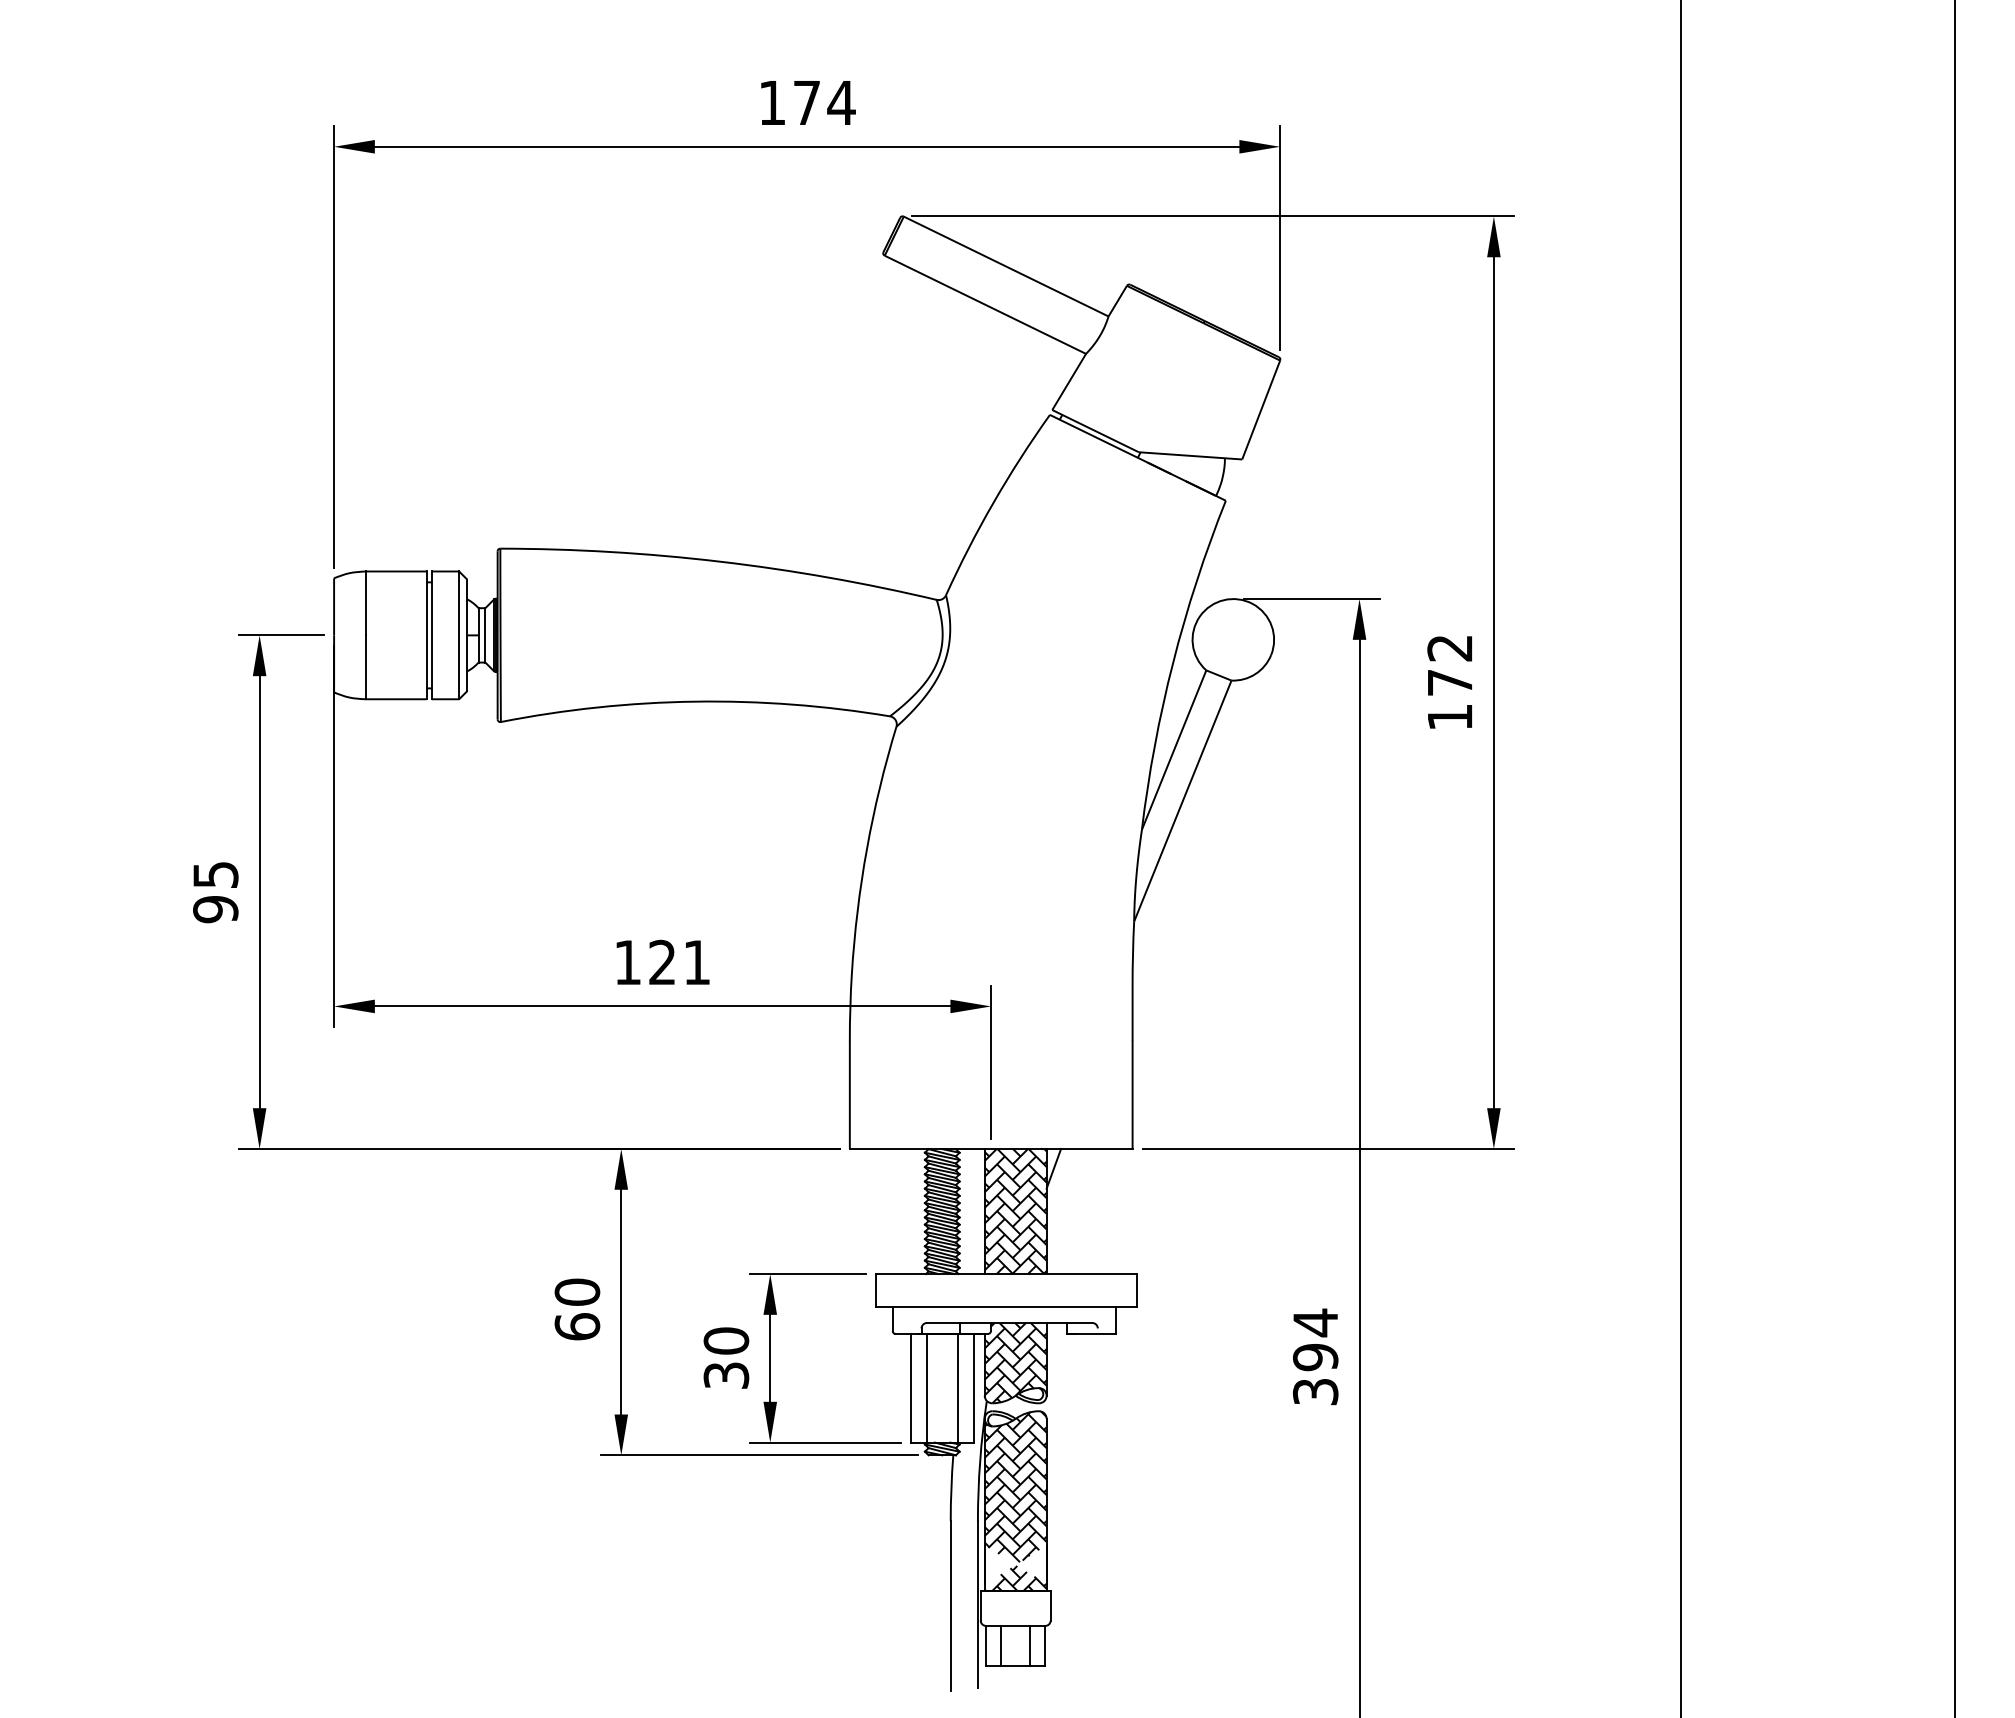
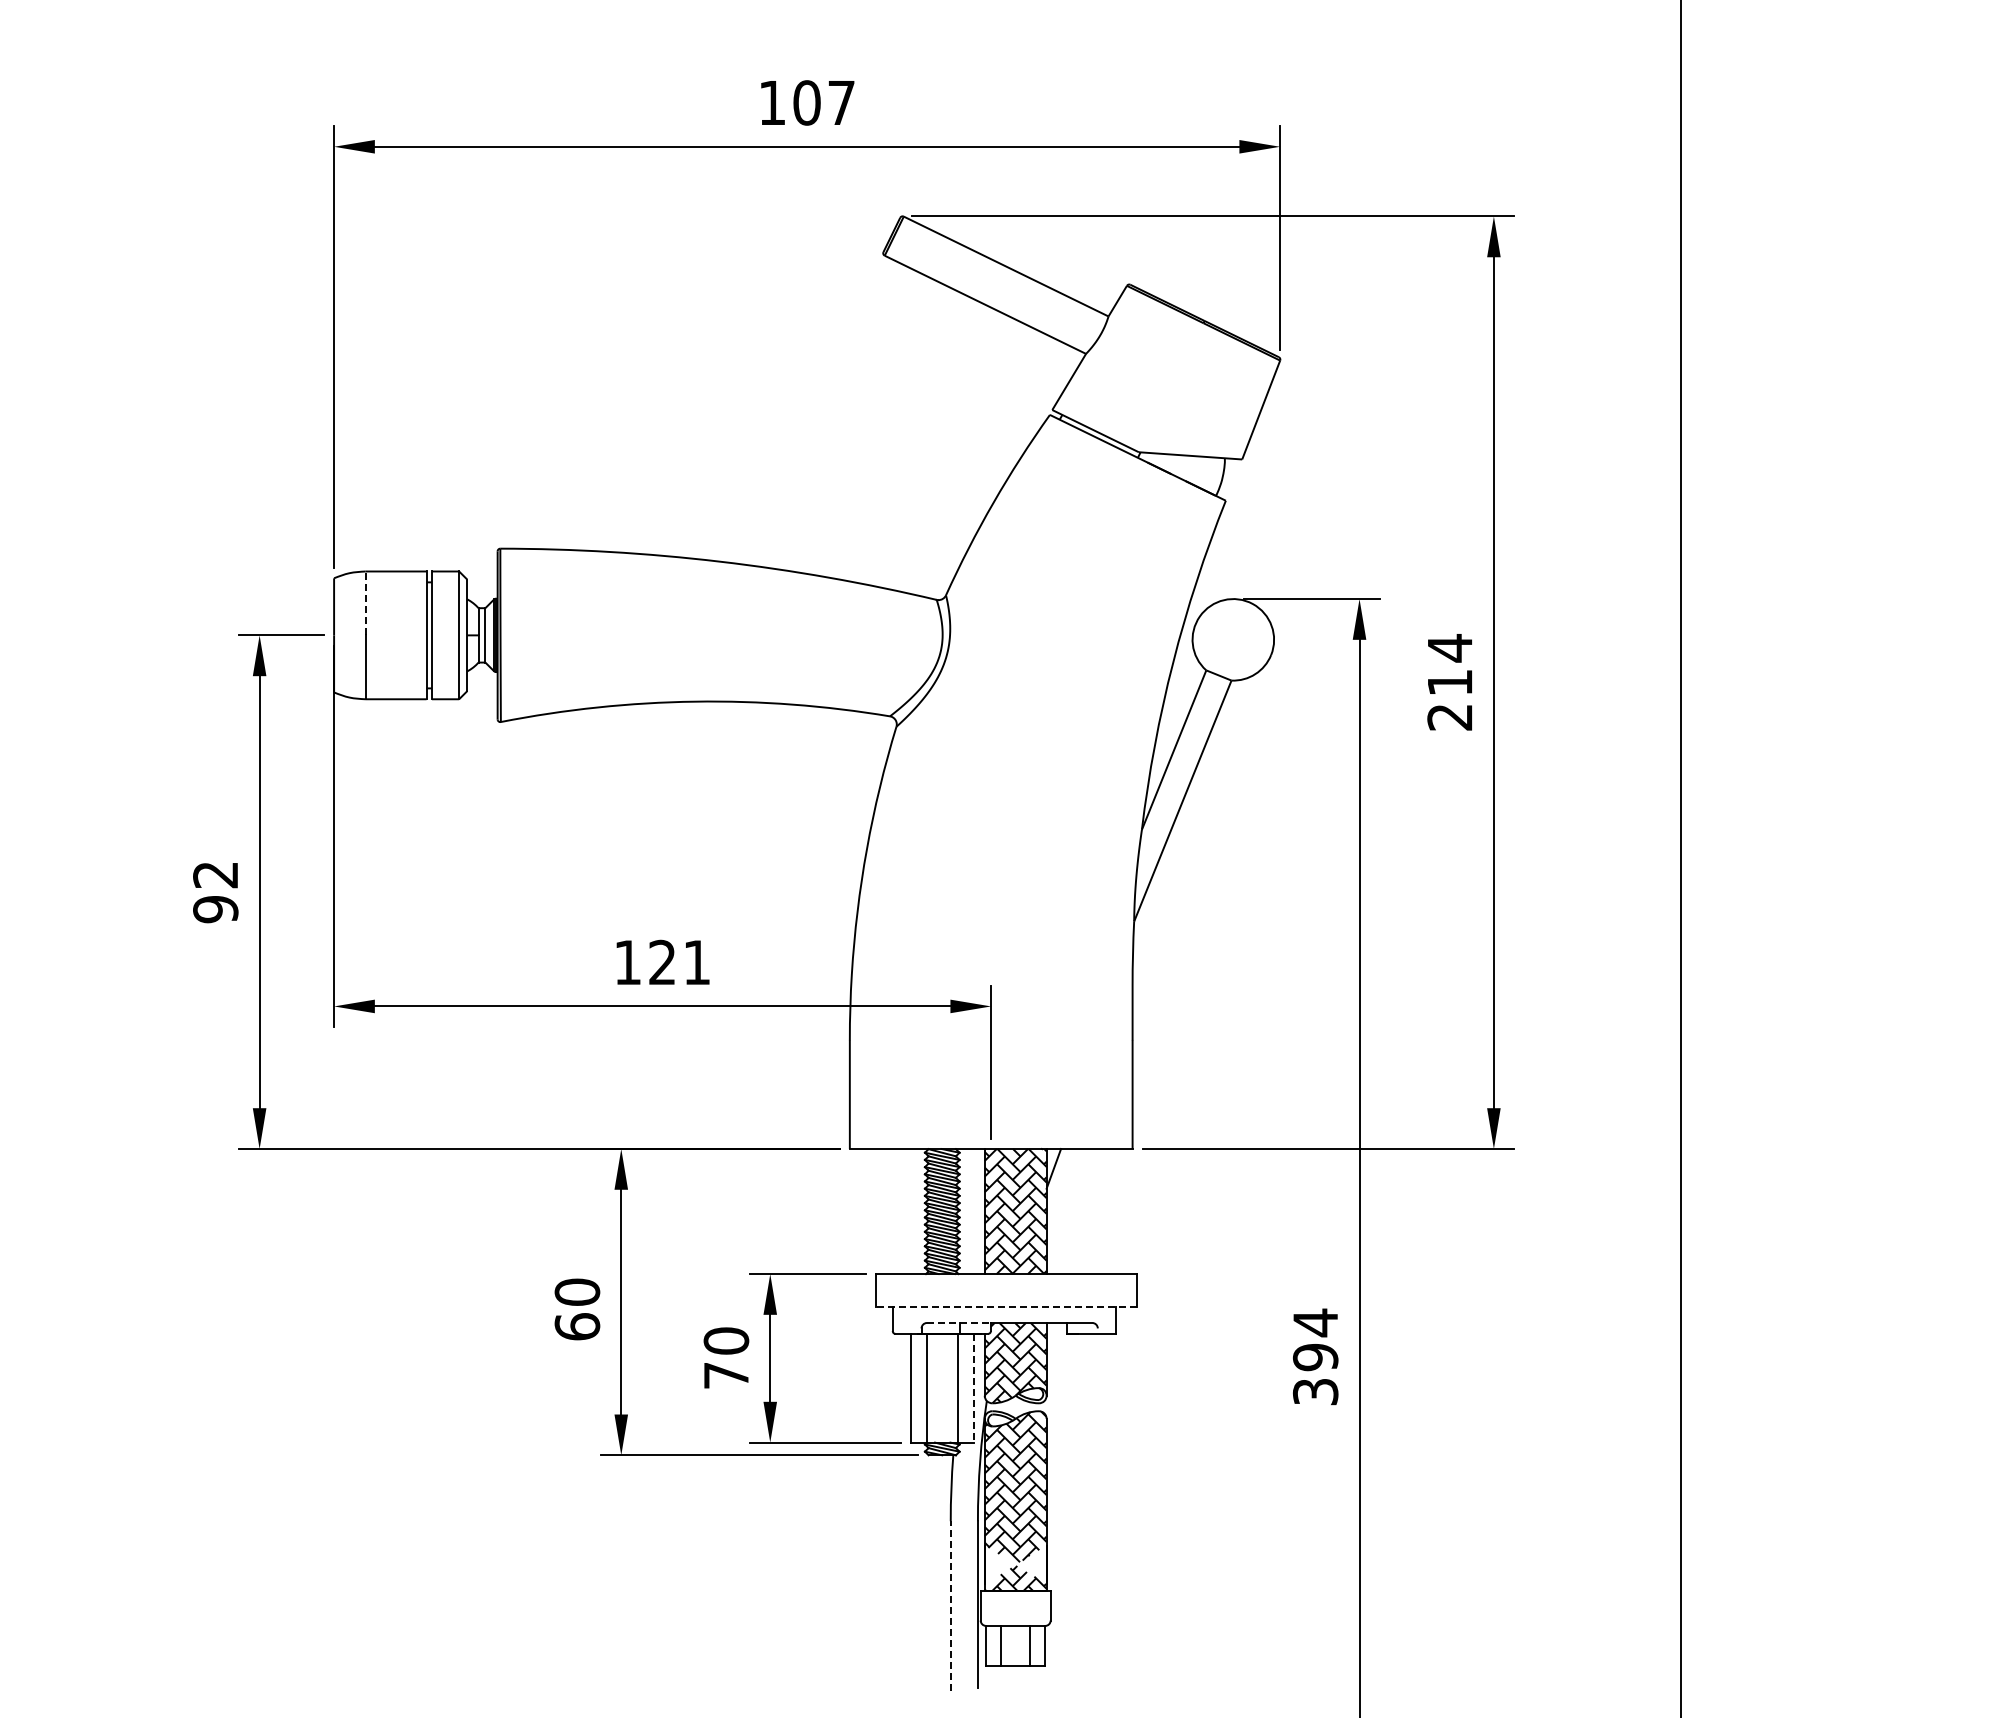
text at (824, 102): 174 -> 107
line at (365, 603): solid -> dashed
text at (1449, 682): 172 -> 214
line at (1954, 858): present -> none
text at (215, 875): 95 -> 92
line at (1006, 1306): solid -> dashed
line at (958, 1322): solid -> dashed
text at (726, 1375): 30 -> 70
line at (973, 1388): solid -> dashed
line at (950, 1605): solid -> dashed
